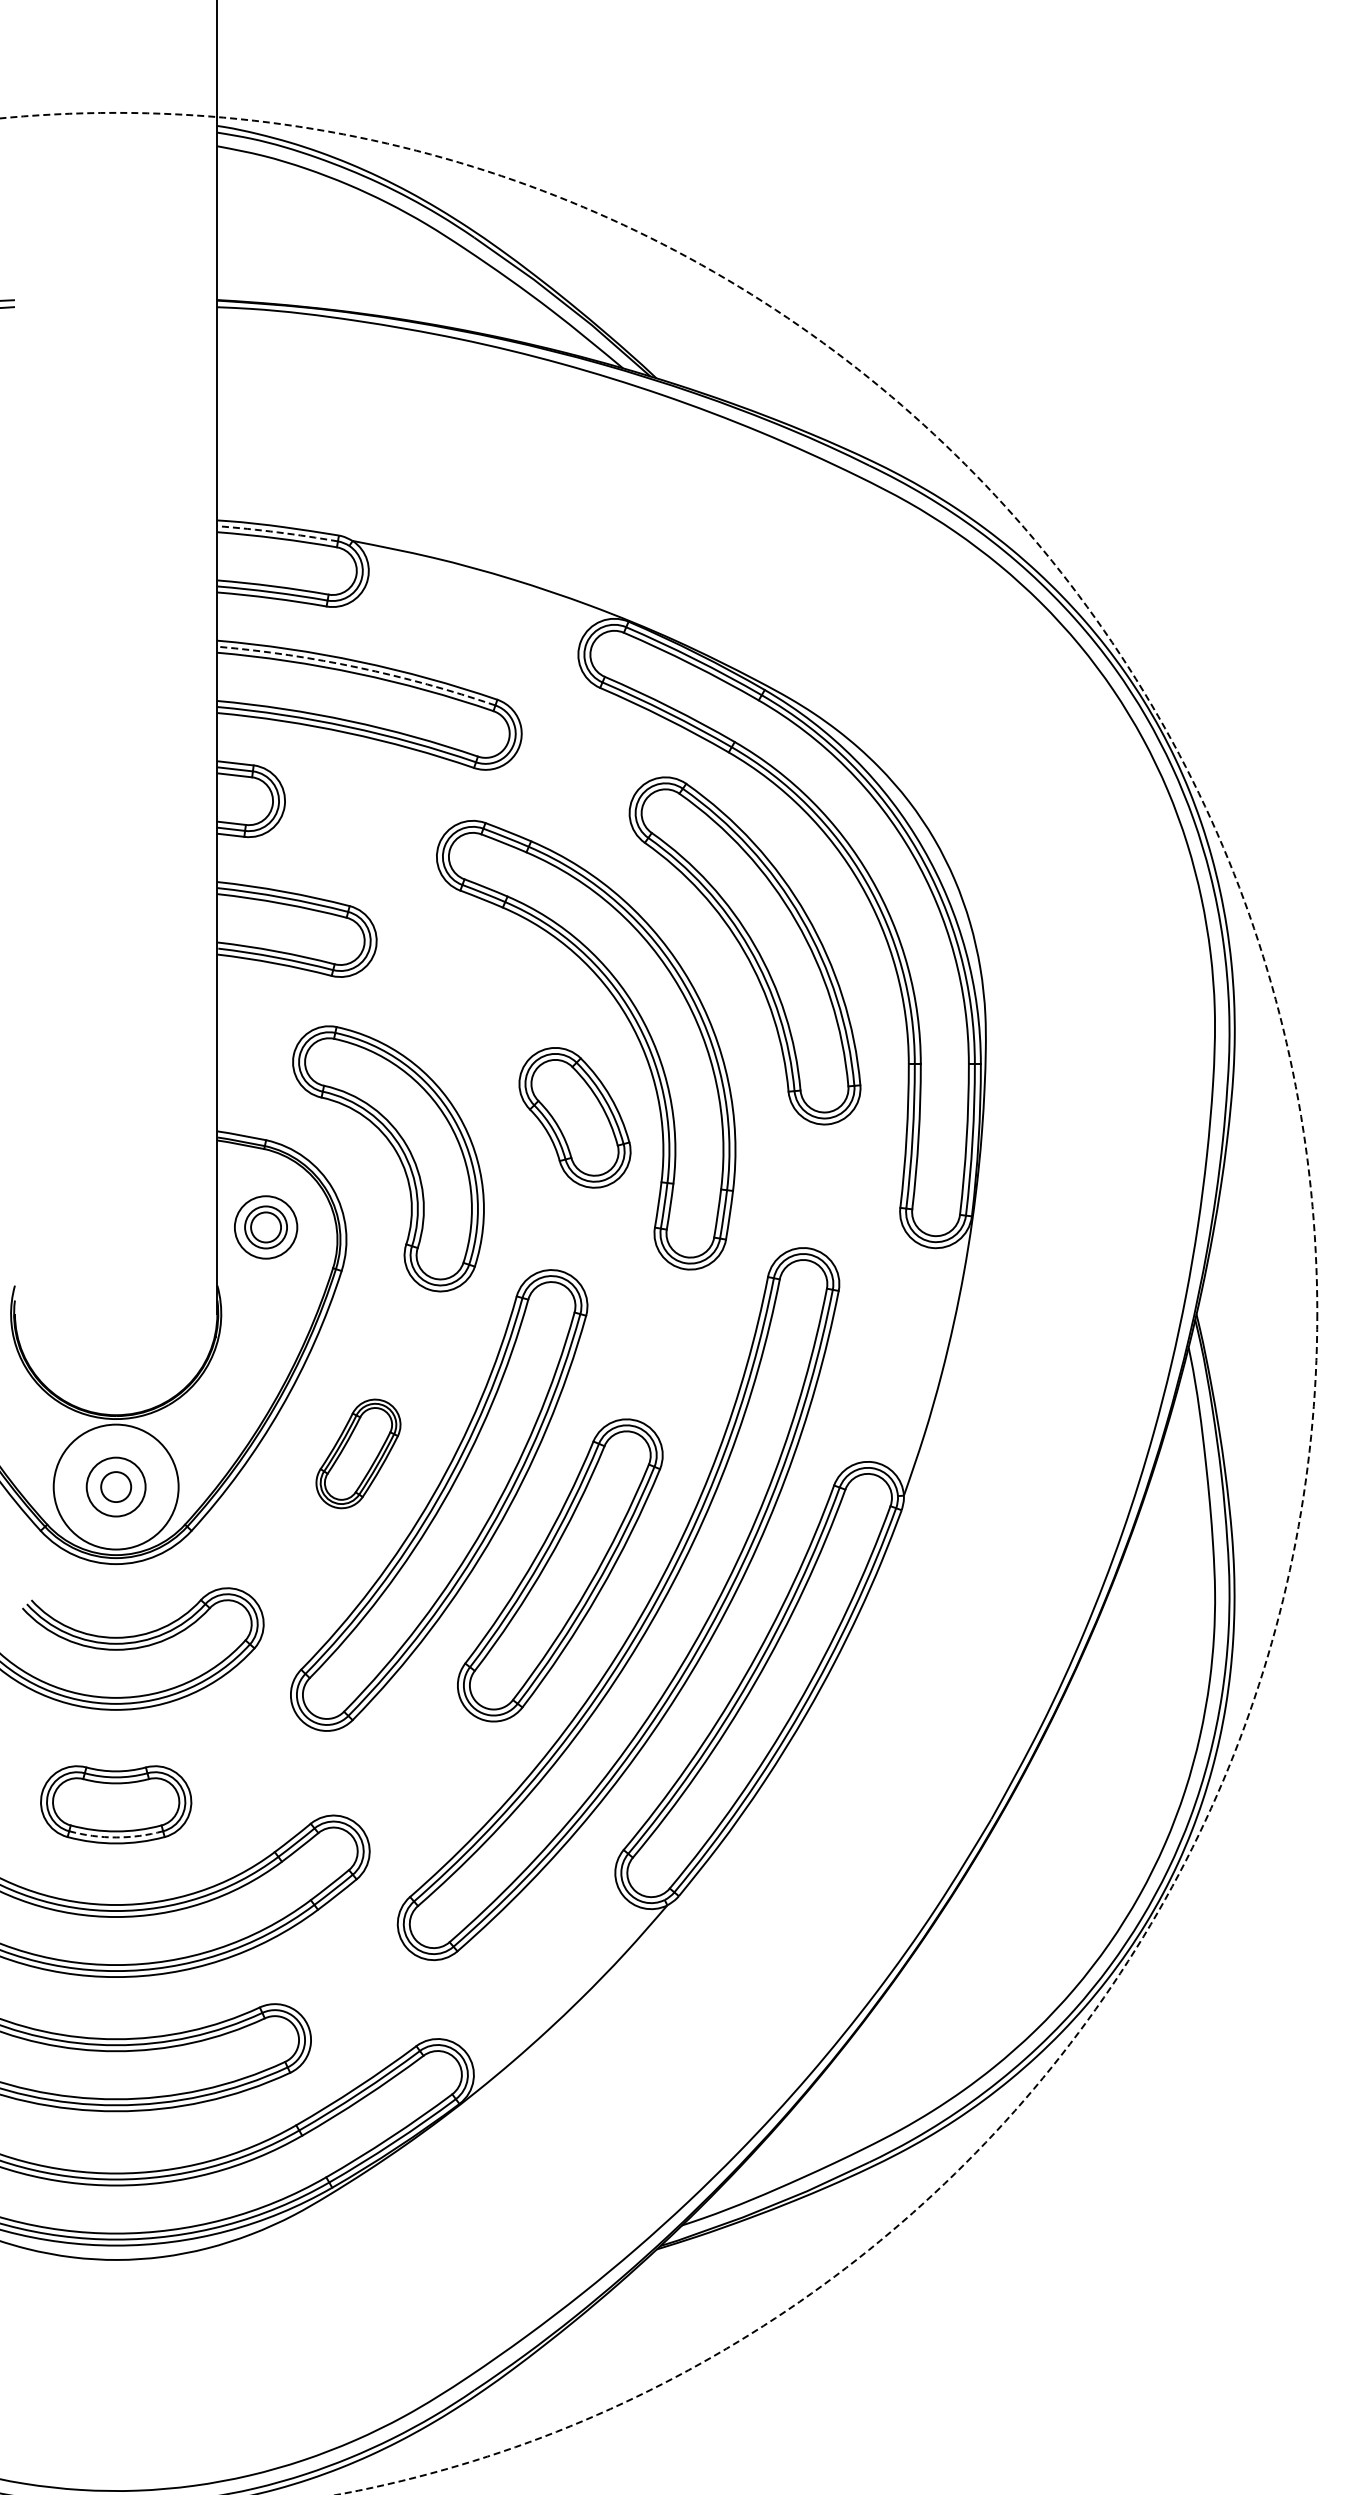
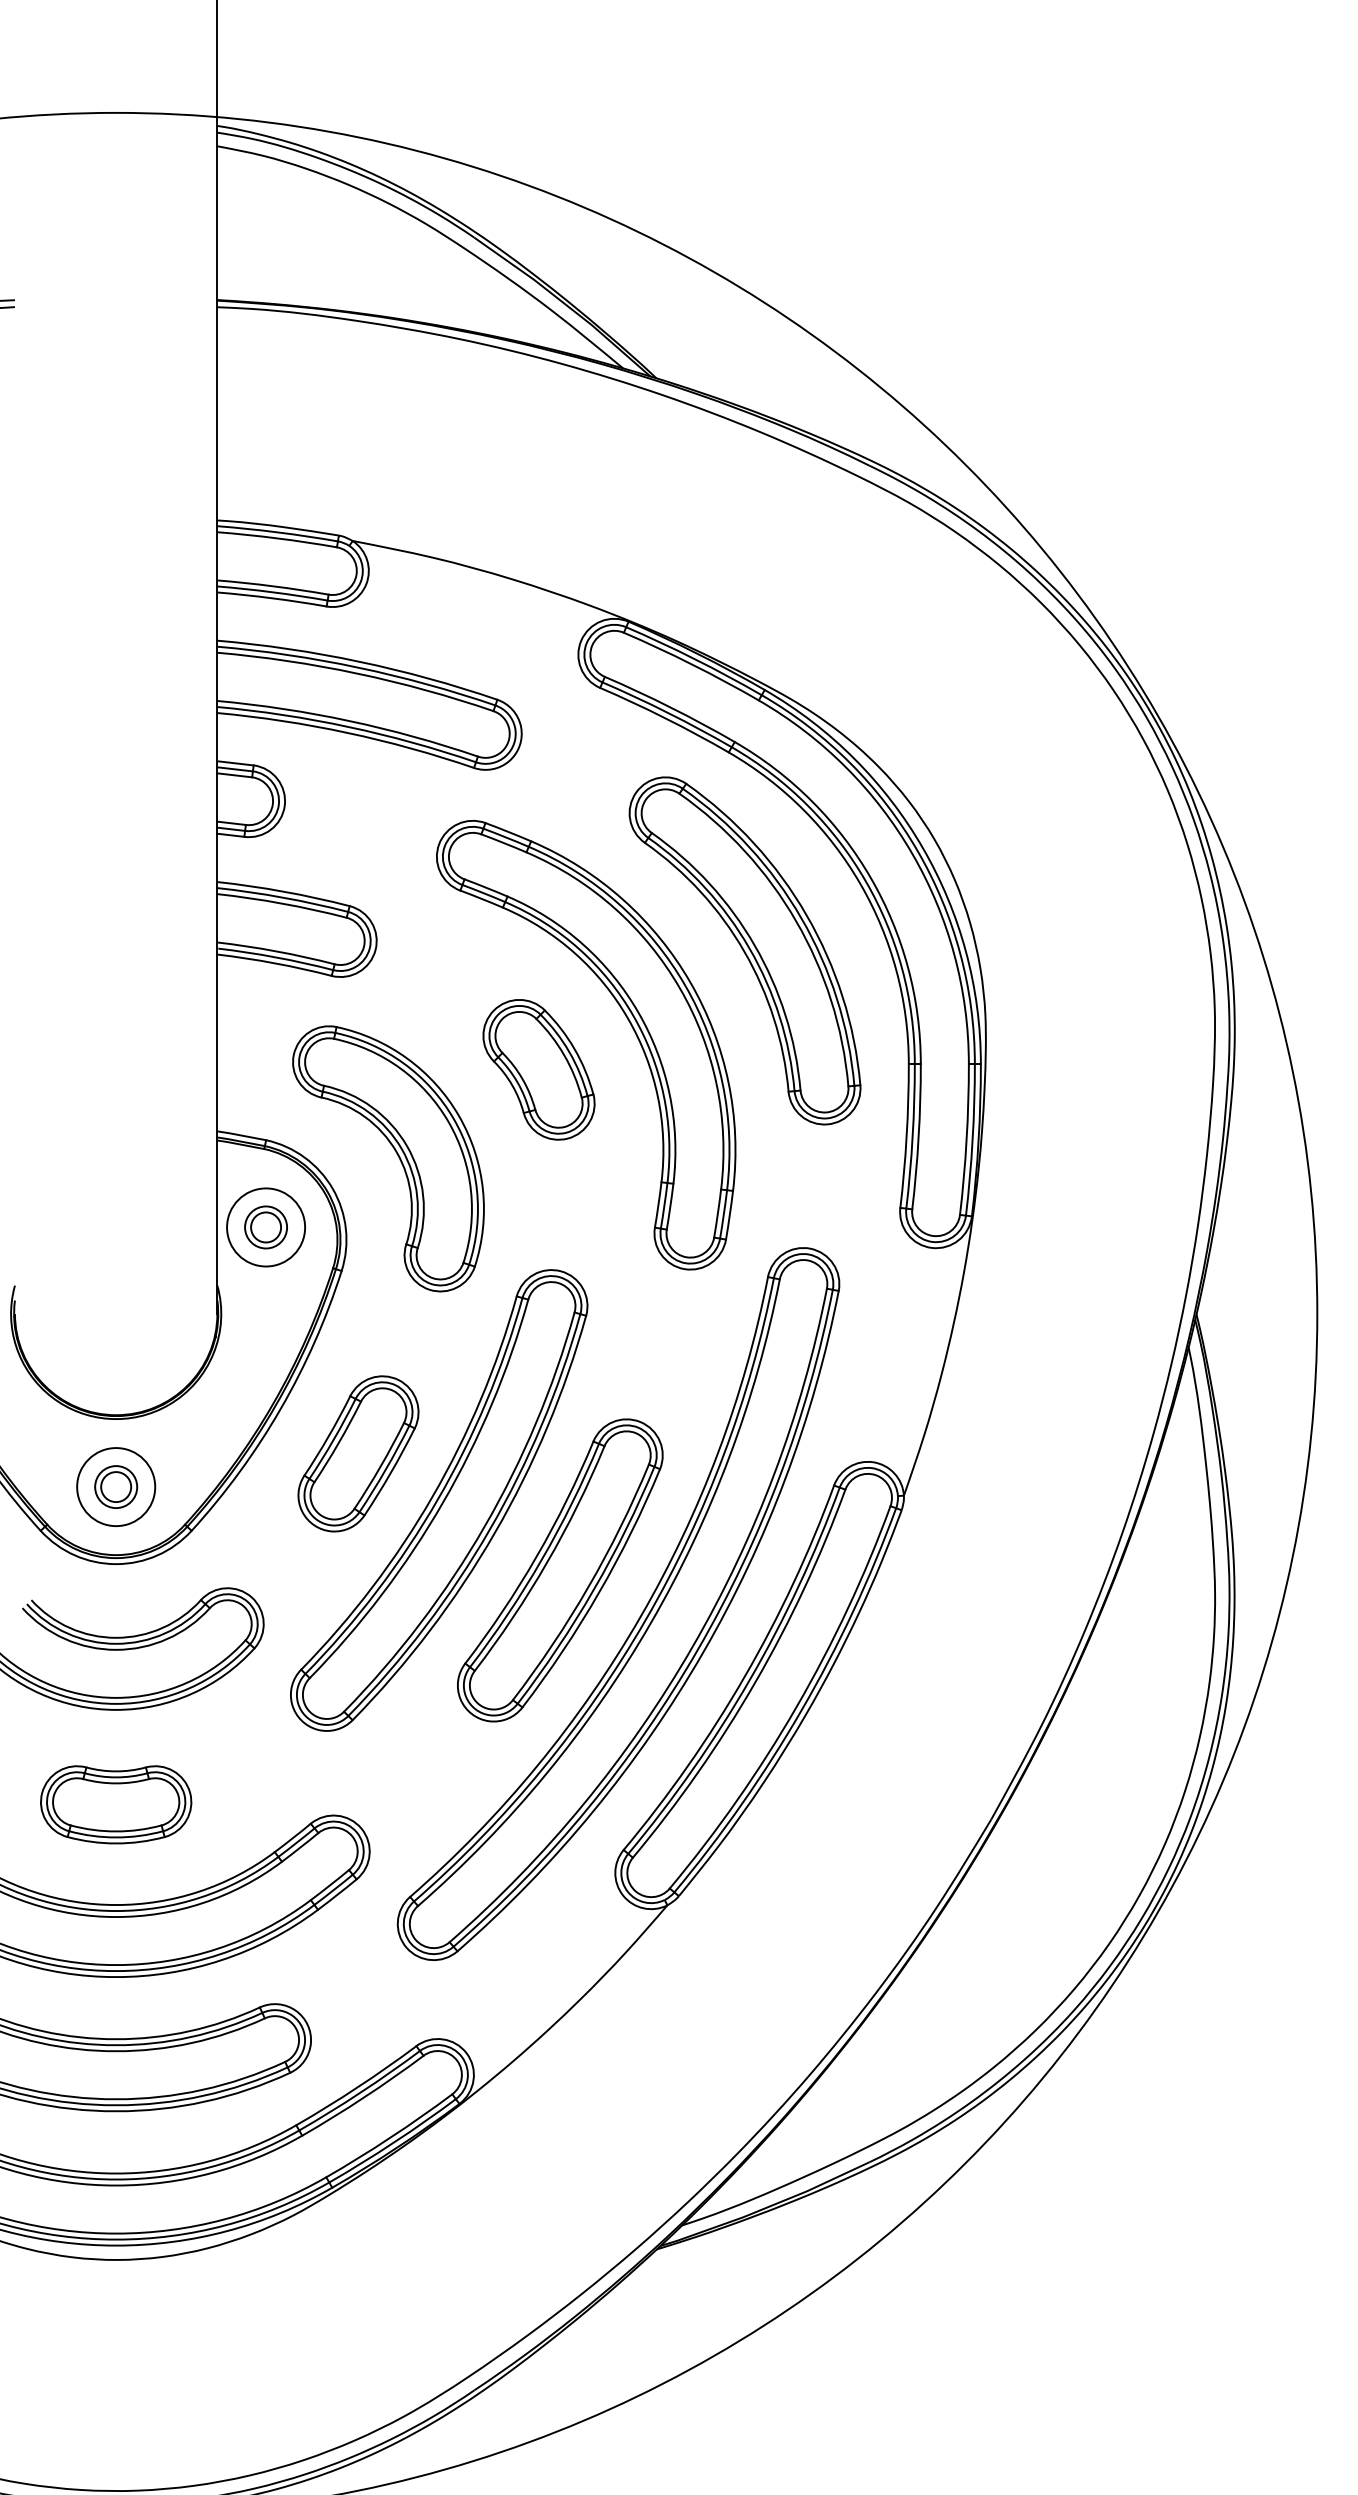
arc at (277, 532): dashed -> solid
arc at (358, 667): dashed -> solid
part at (574, 1117) position: (574, 1117) -> (538, 1069)
circle at (265, 1227) diameter: 62 px -> 78 px
circle at (658, 1303): dashed -> solid
part at (358, 1453) size: 87x112 px -> 123x158 px
circle at (115, 1486) diameter: 125 px -> 78 px
circle at (115, 1486) diameter: 59 px -> 42 px
arc at (116, 1837): dashed -> solid
